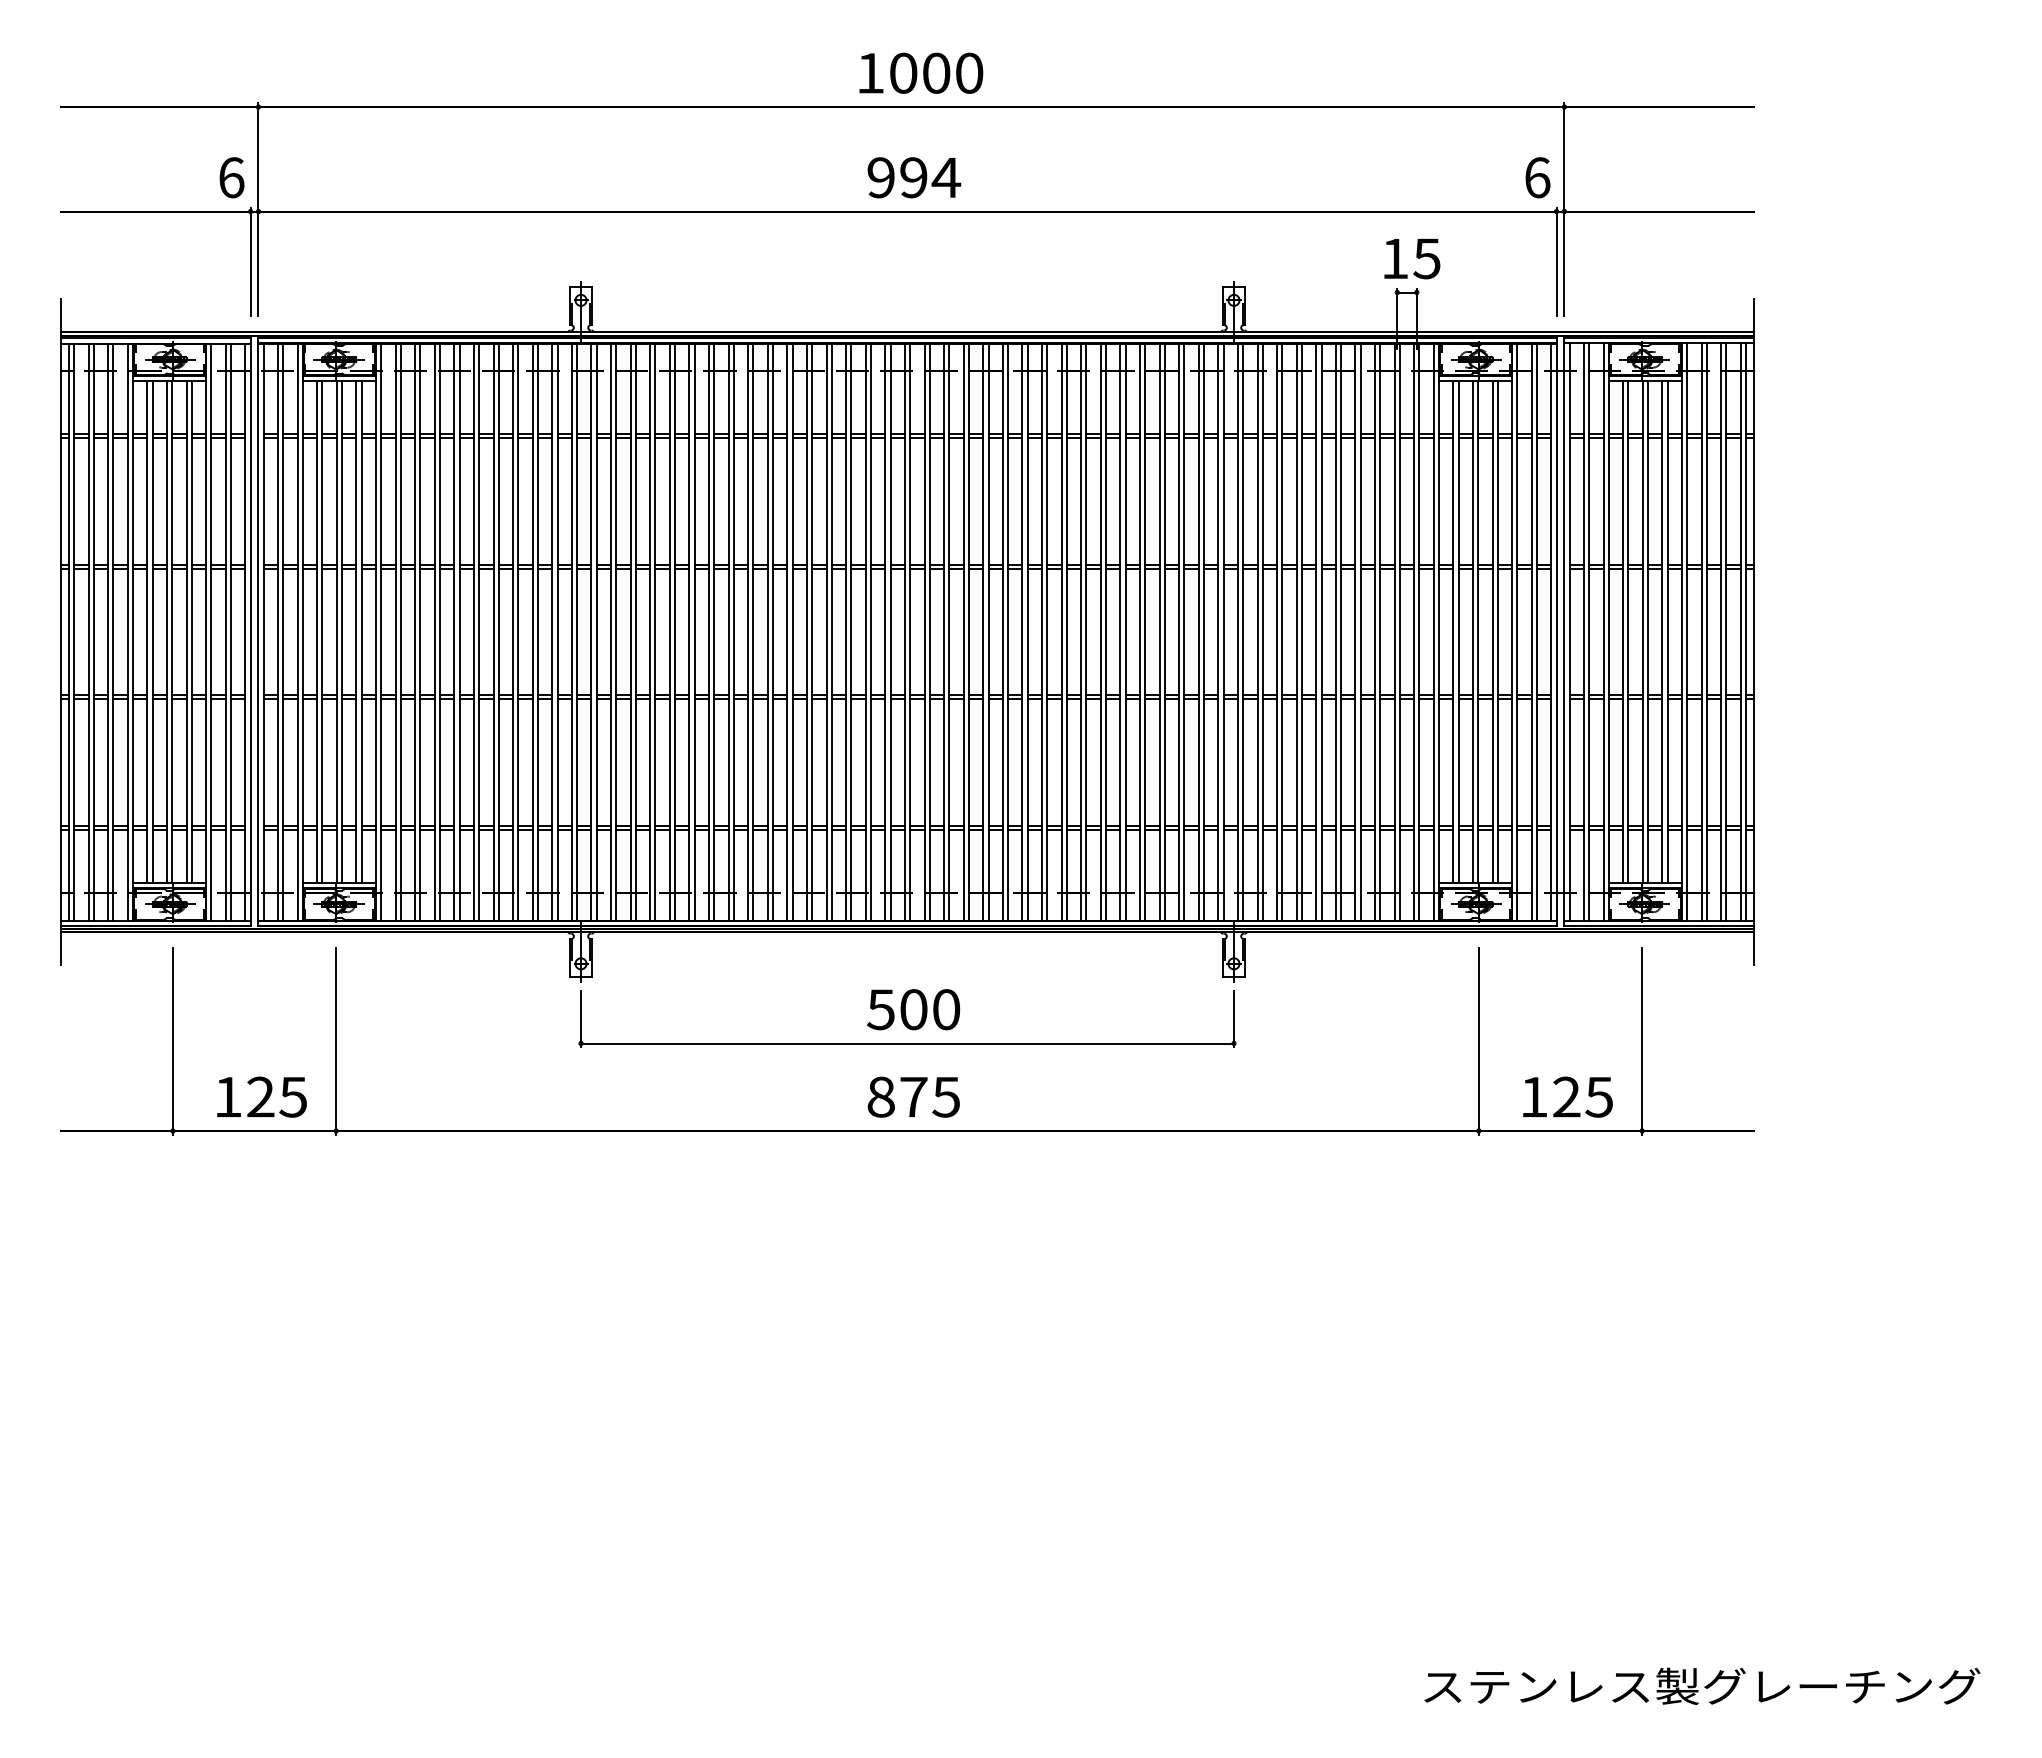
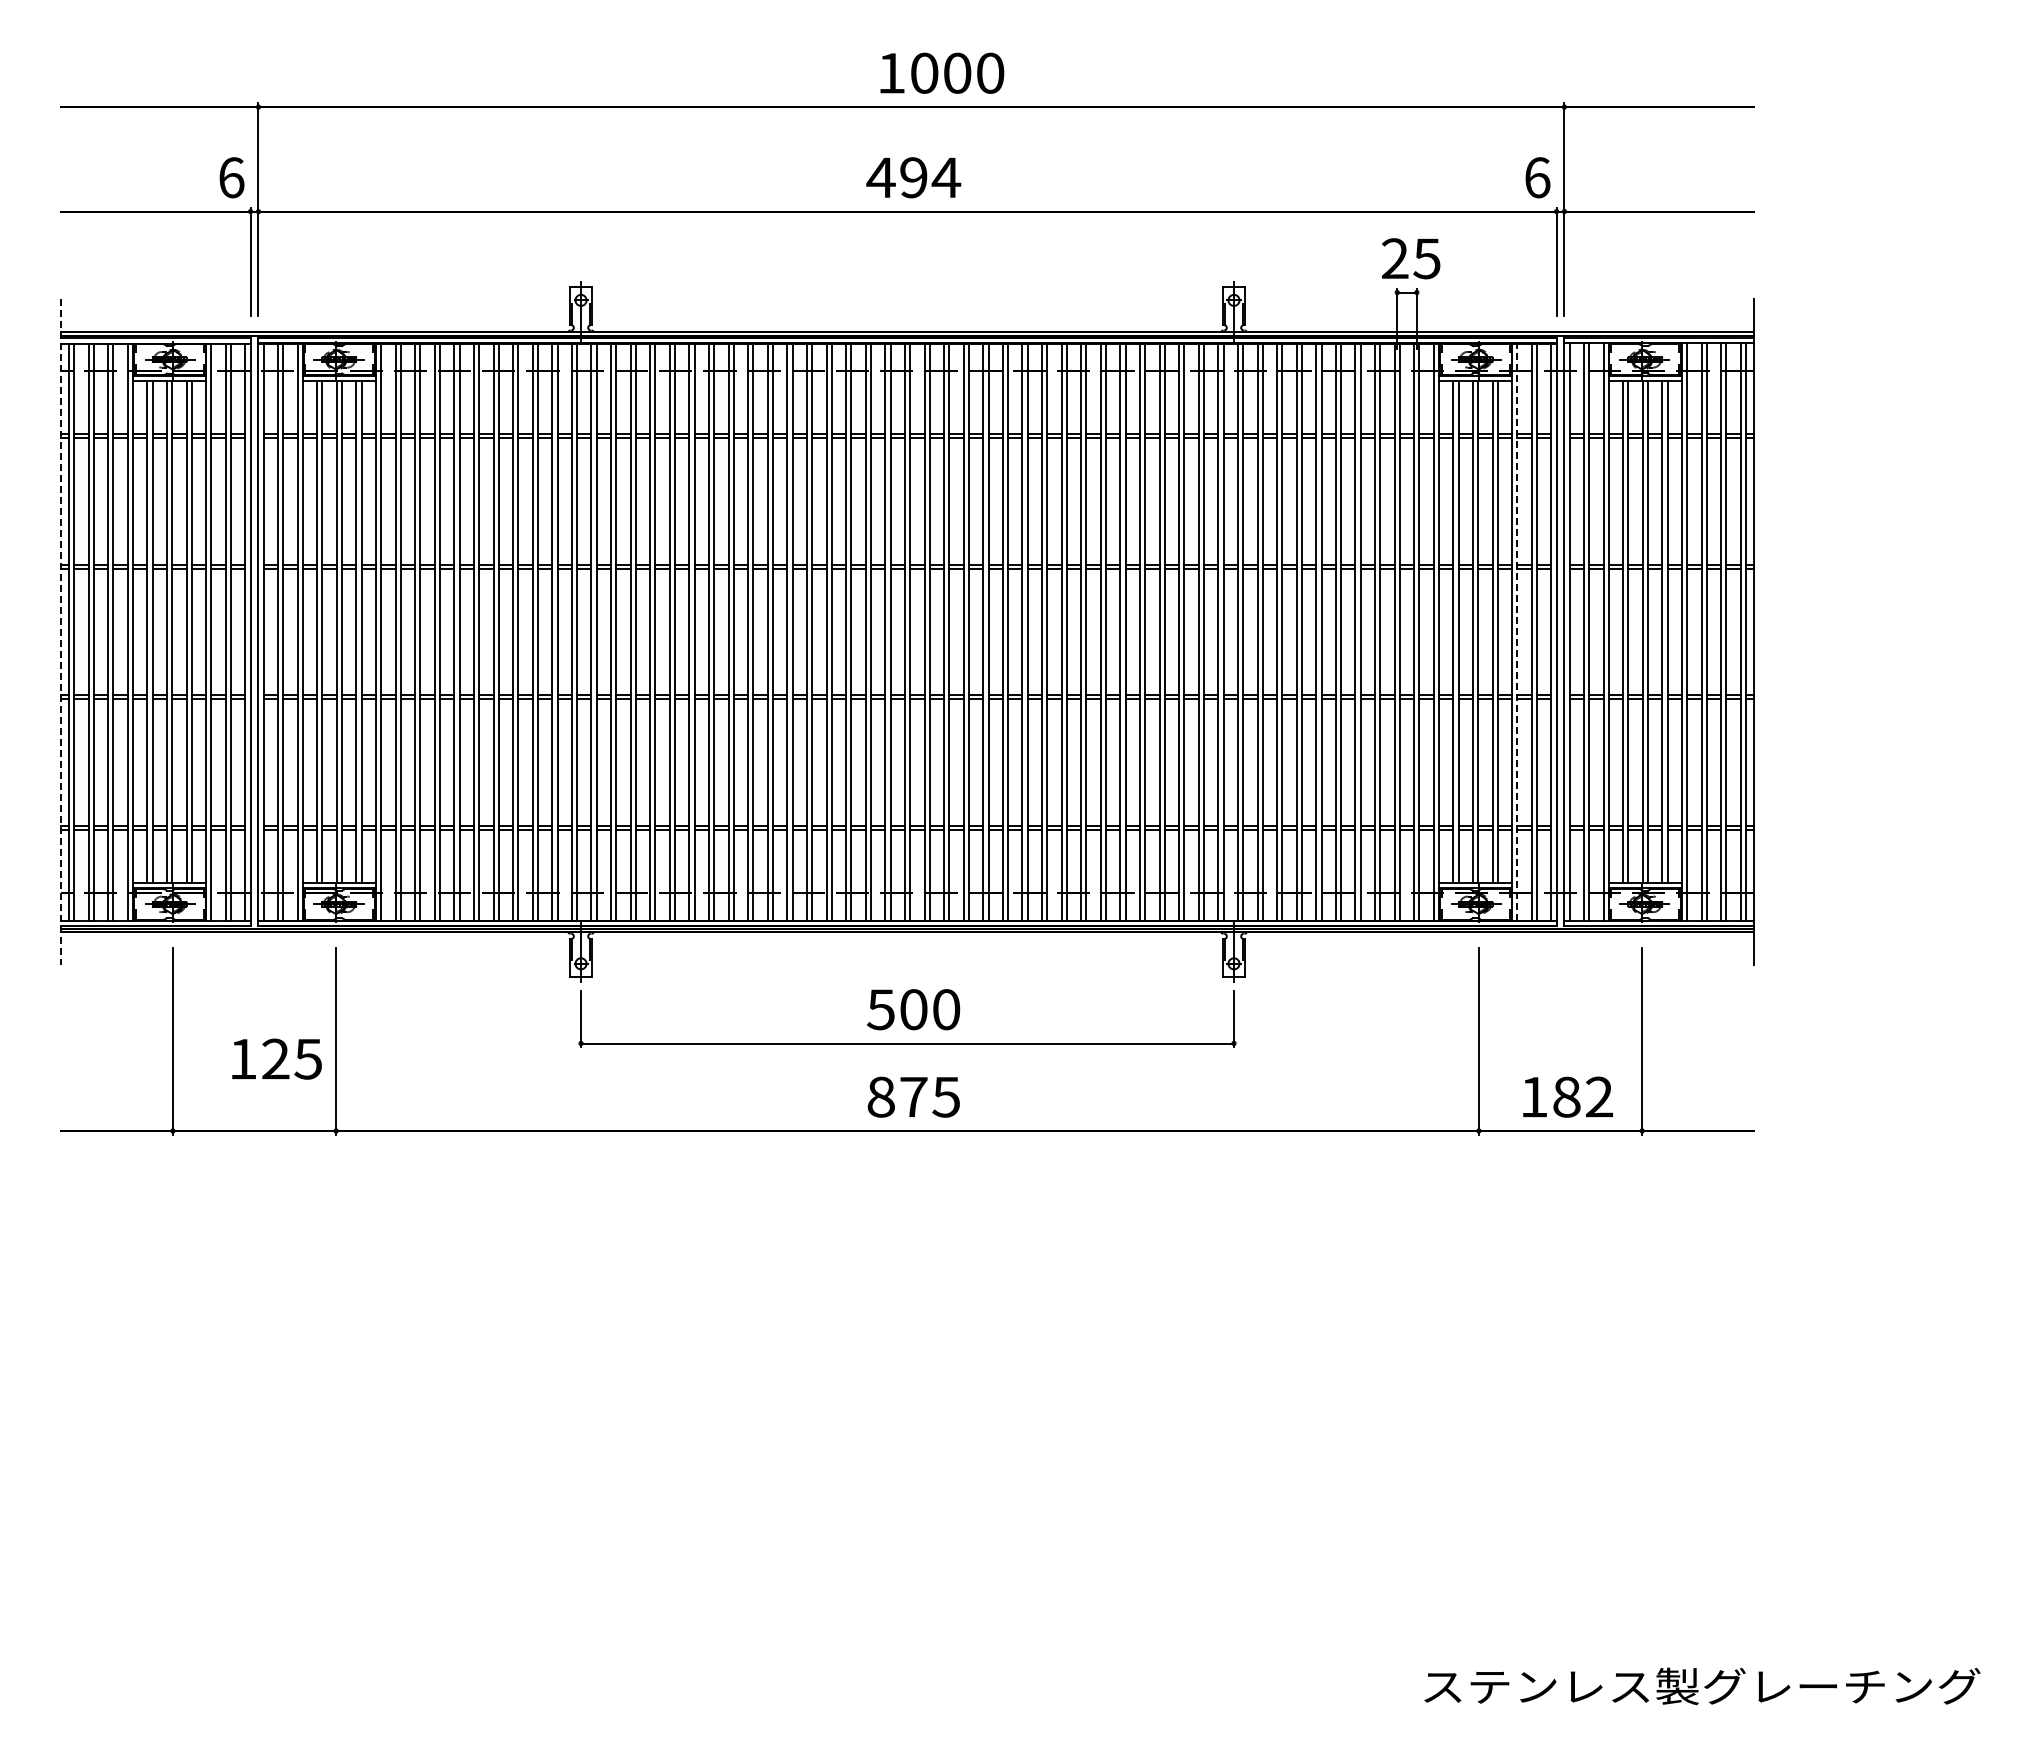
text at (921, 72) position: (921, 72) -> (942, 72)
text at (880, 177): 994 -> 494
text at (1395, 258): 15 -> 25
line at (61, 632): solid -> dashed
line at (1517, 632): solid -> dashed
text at (261, 1096) position: (261, 1096) -> (276, 1058)
text at (1582, 1096): 125 -> 182
